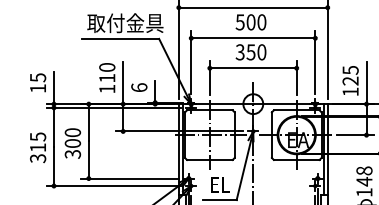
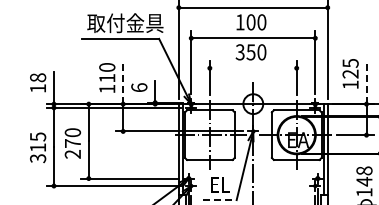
text at (239, 22): 500 -> 100
line at (253, 68): present -> none
text at (38, 77): 15 -> 18
text at (350, 80) position: (350, 80) -> (350, 73)
line at (123, 82): solid -> dashed
line at (366, 82): solid -> dashed
text at (72, 148): 300 -> 270
line at (219, 200): solid -> dashed
